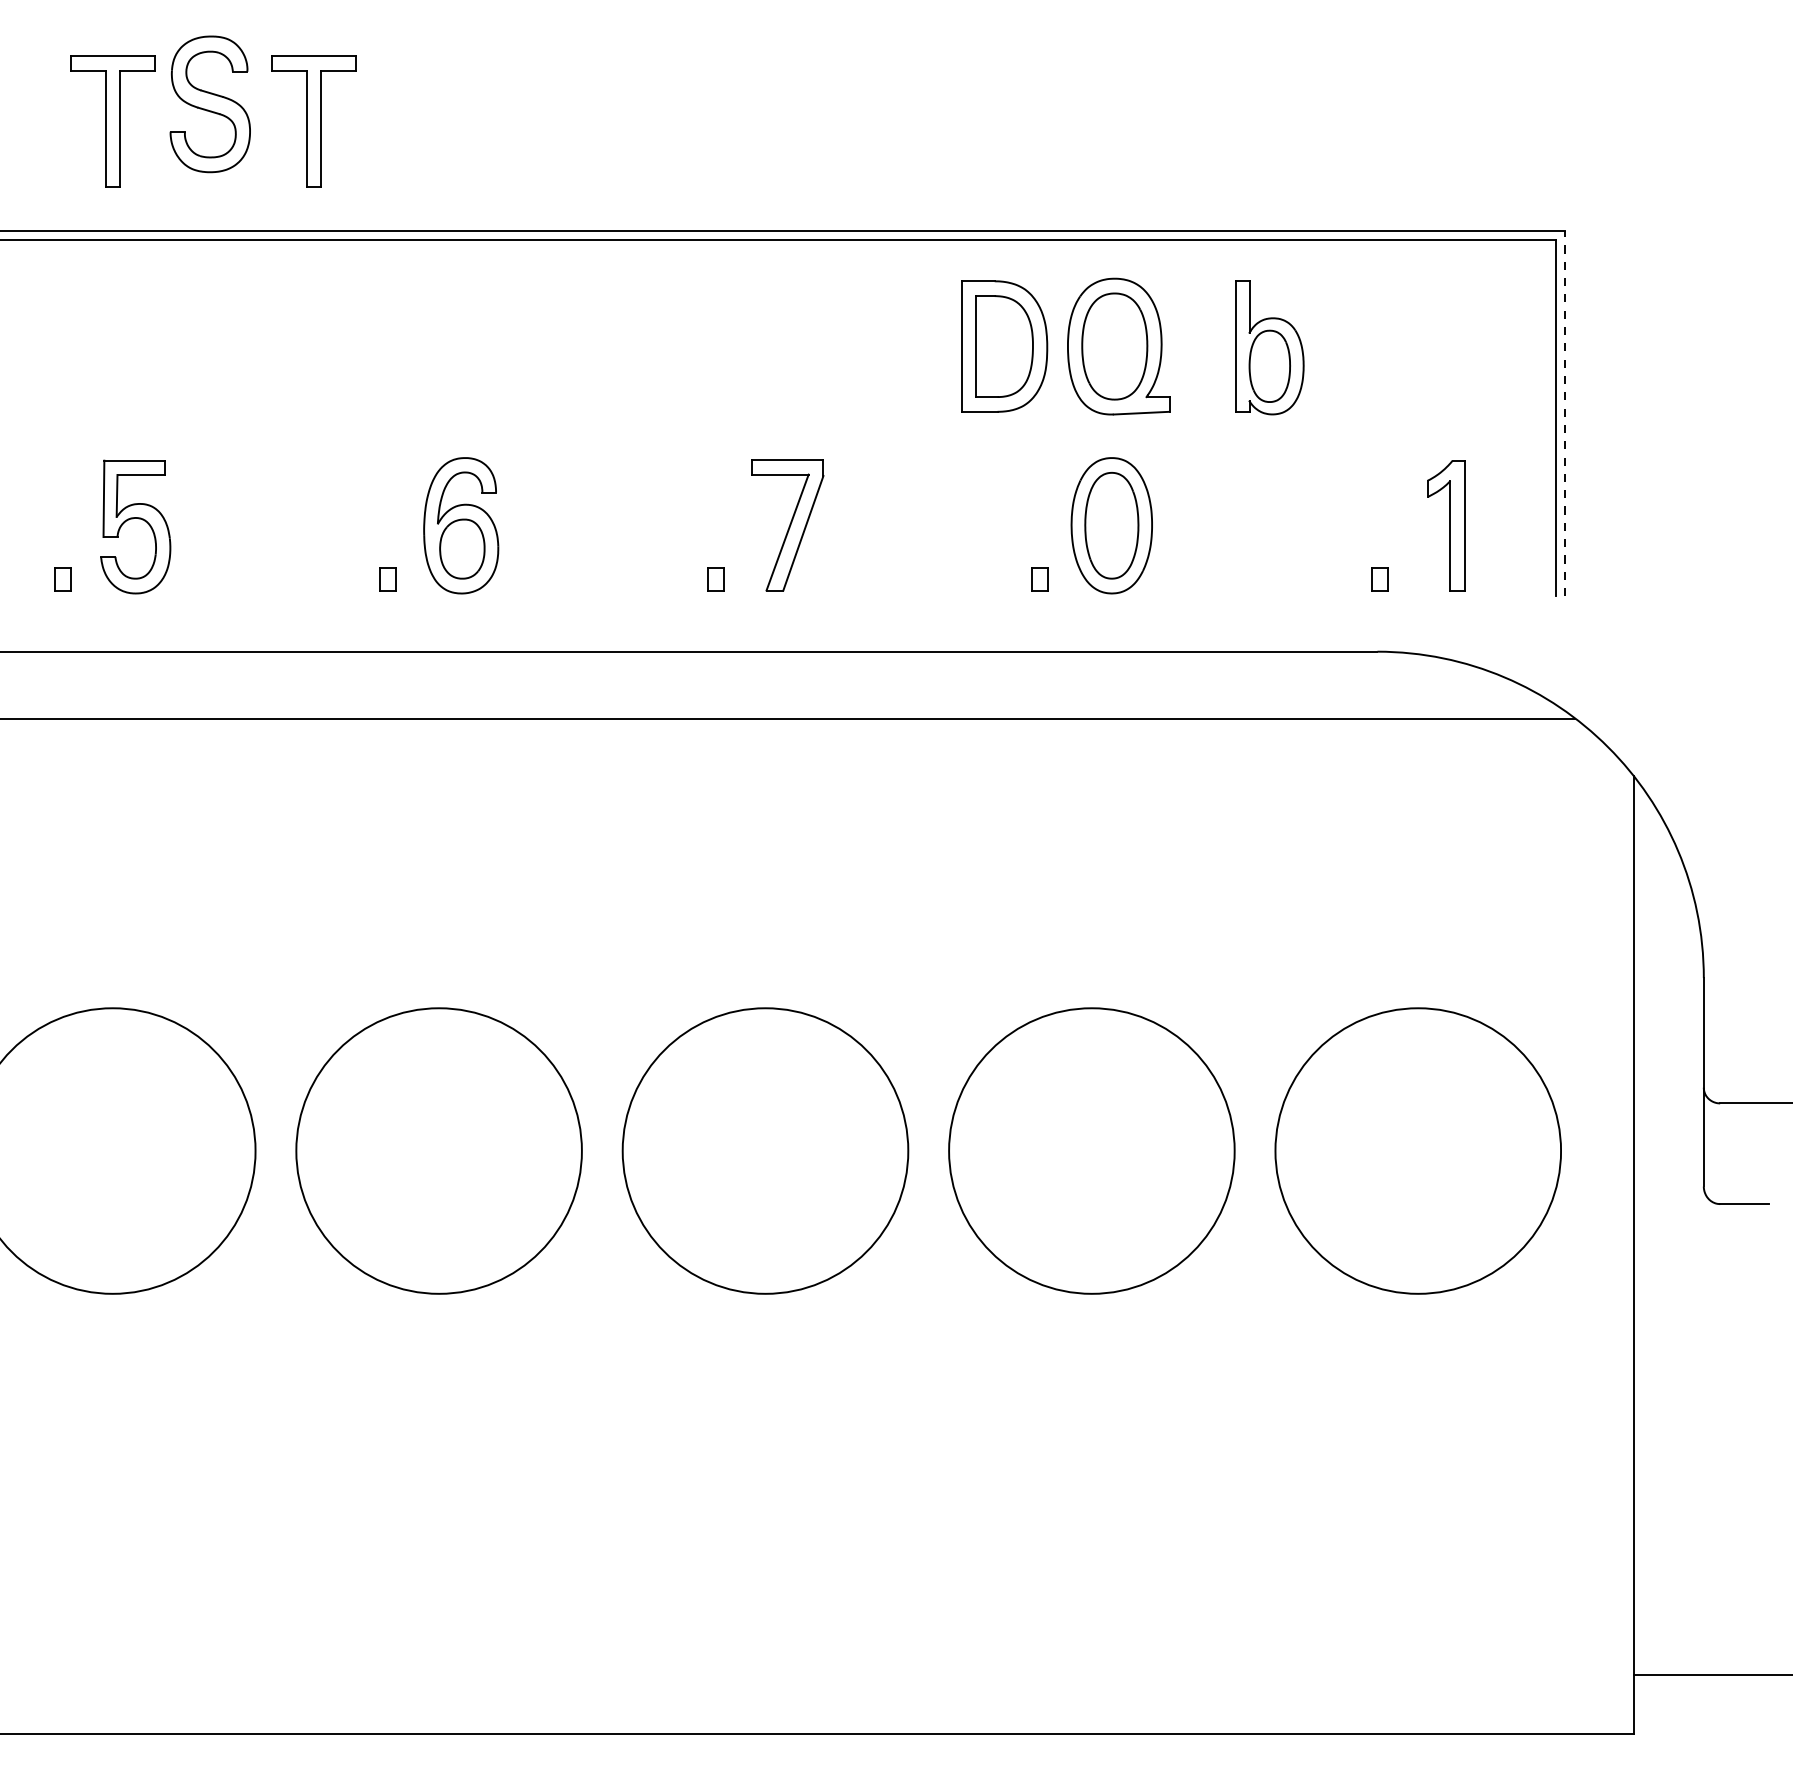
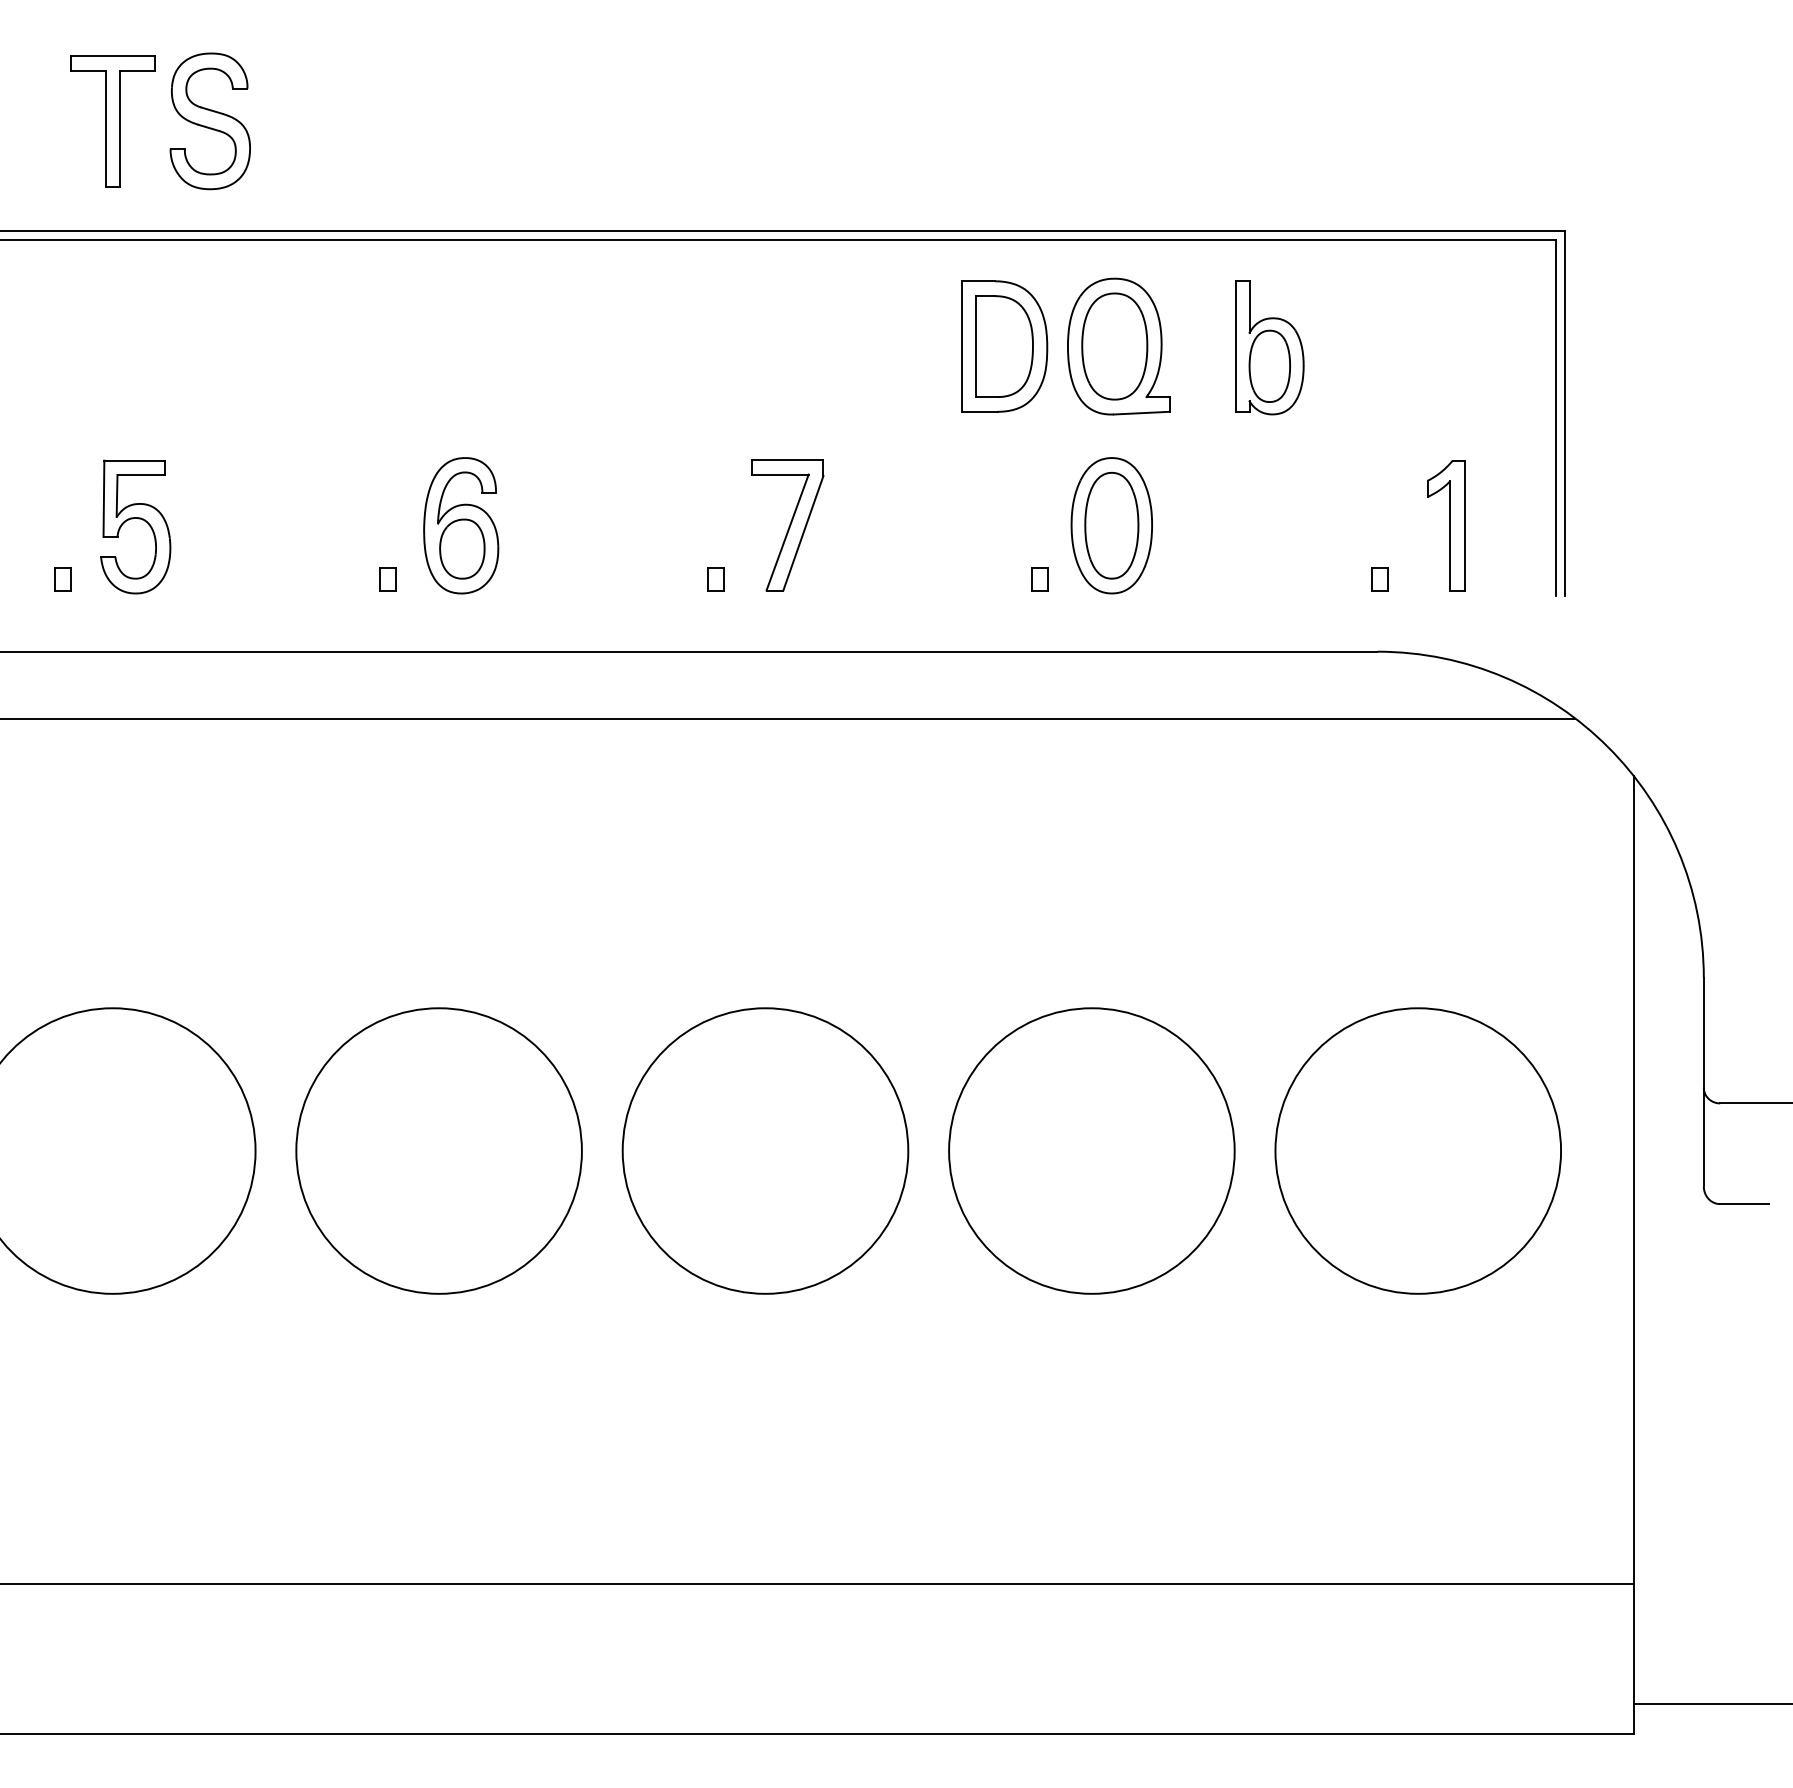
part at (209, 104) position: (209, 104) -> (209, 121)
part at (313, 121): present -> none
line at (1565, 413): dashed -> solid
line at (817, 1583): none -> present
line at (1711, 1675) position: (1711, 1675) -> (1711, 1704)
